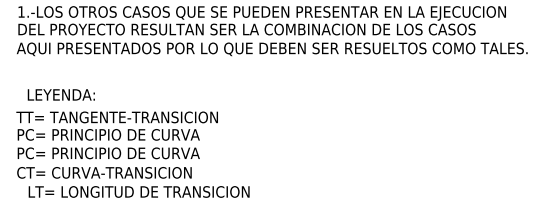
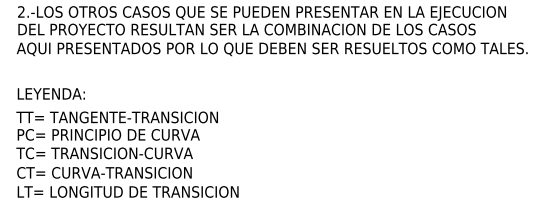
text at (21, 11): 1.-LOS -> 2.-LOS
text at (60, 94) position: (60, 94) -> (50, 93)
text at (107, 153): PC= PRINCIPIO DE CURVA -> TC= TRANSICION-CURVA
text at (138, 191) position: (138, 191) -> (127, 191)
